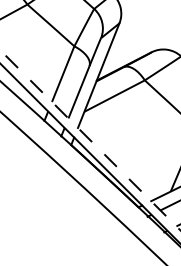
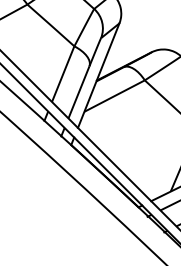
line at (90, 140): dashed -> solid
